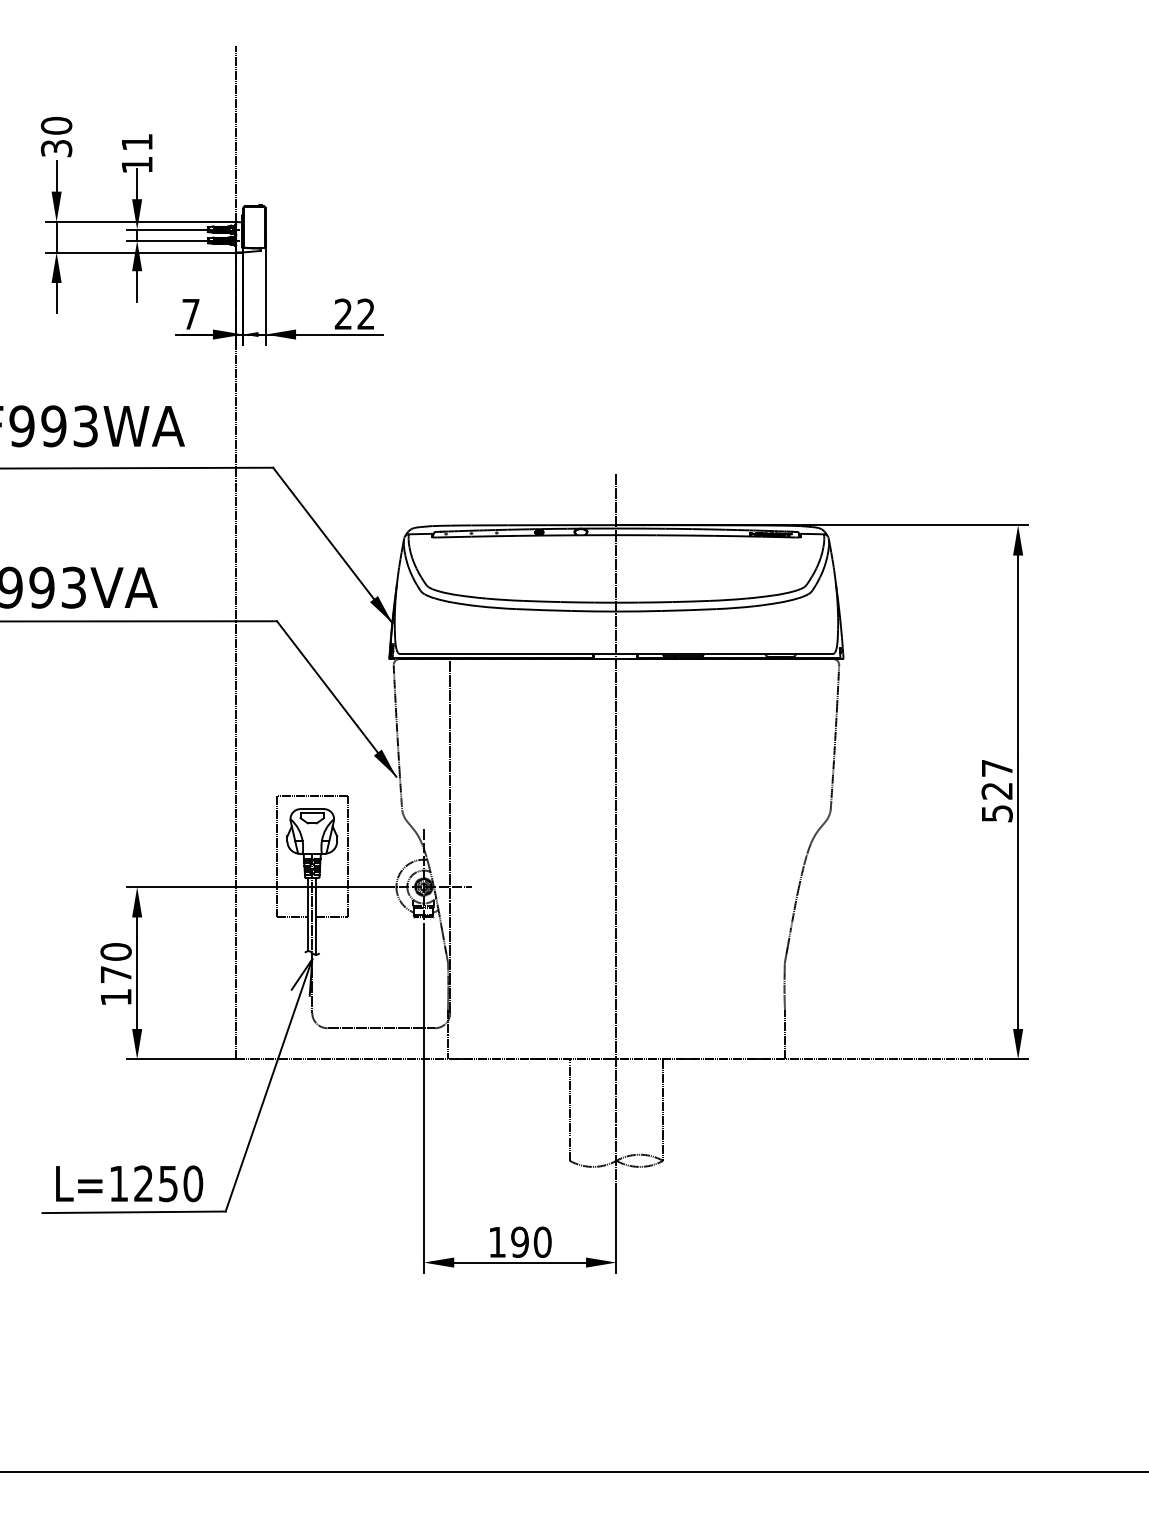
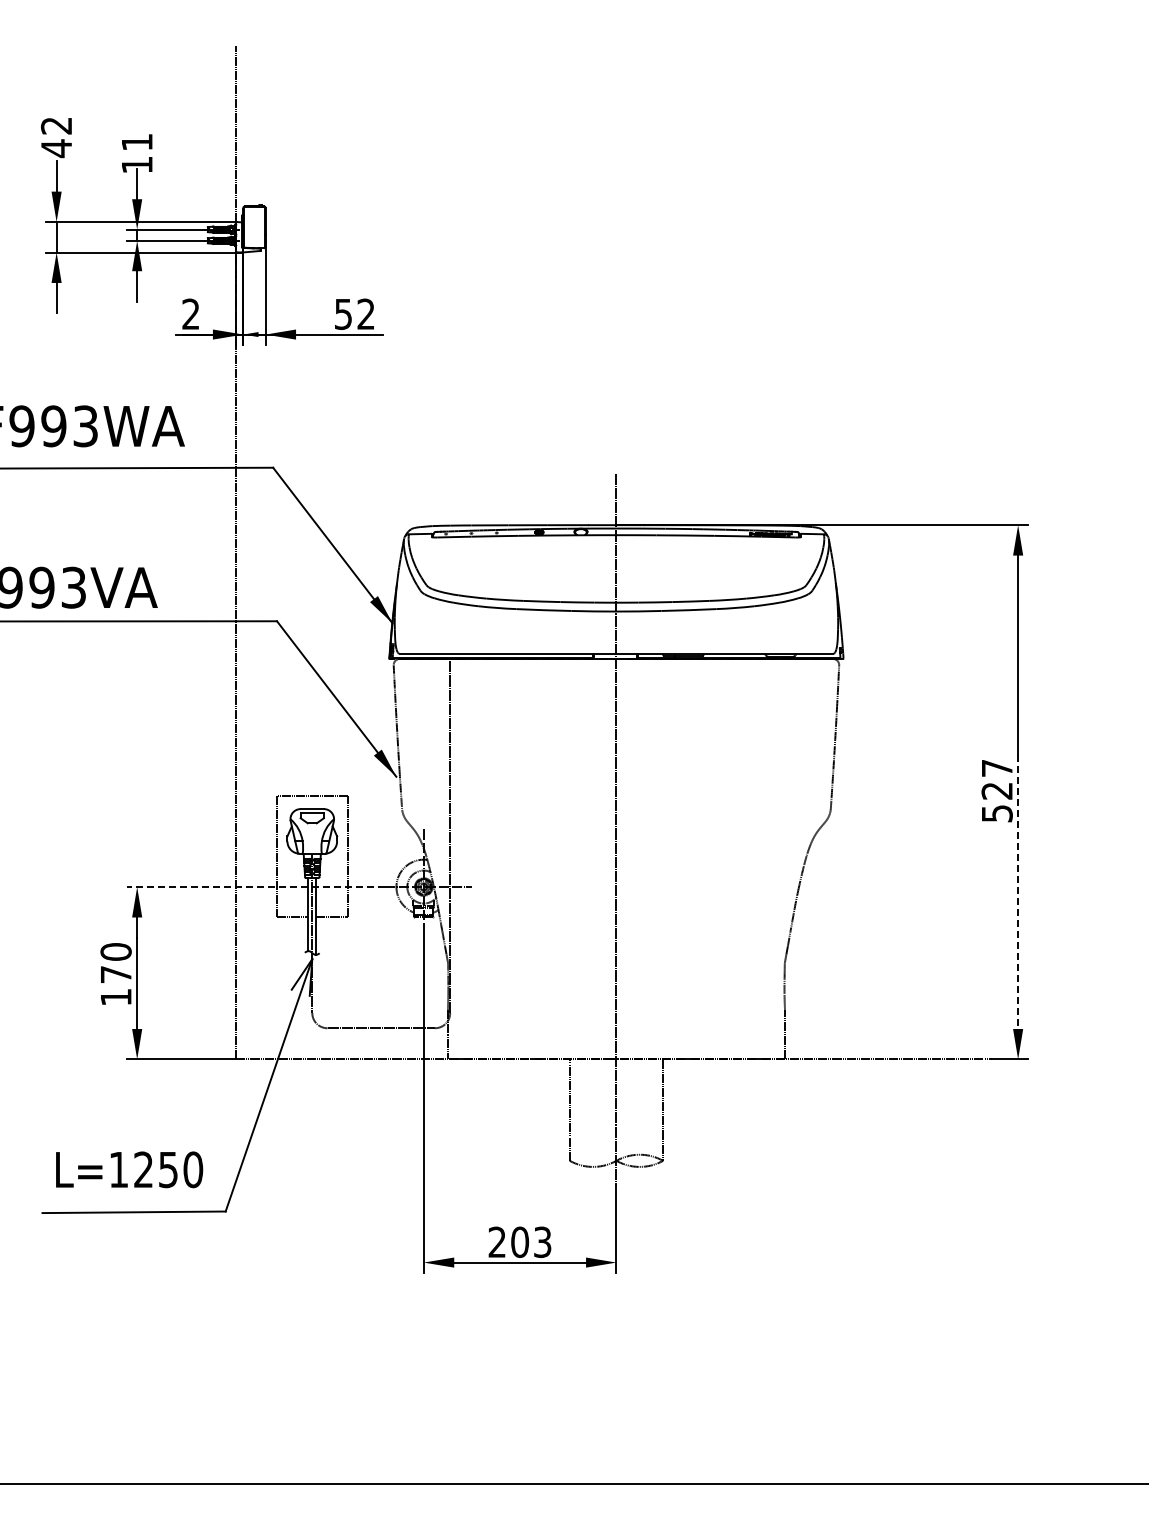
text at (56, 137): 30 -> 42
text at (190, 313): 7 -> 2
text at (342, 313): 22 -> 52
line at (255, 887): solid -> dashed
line at (1018, 892): solid -> dashed
text at (129, 1183) position: (129, 1183) -> (129, 1169)
text at (519, 1241): 190 -> 203
line at (573, 1472) position: (573, 1472) -> (573, 1484)
